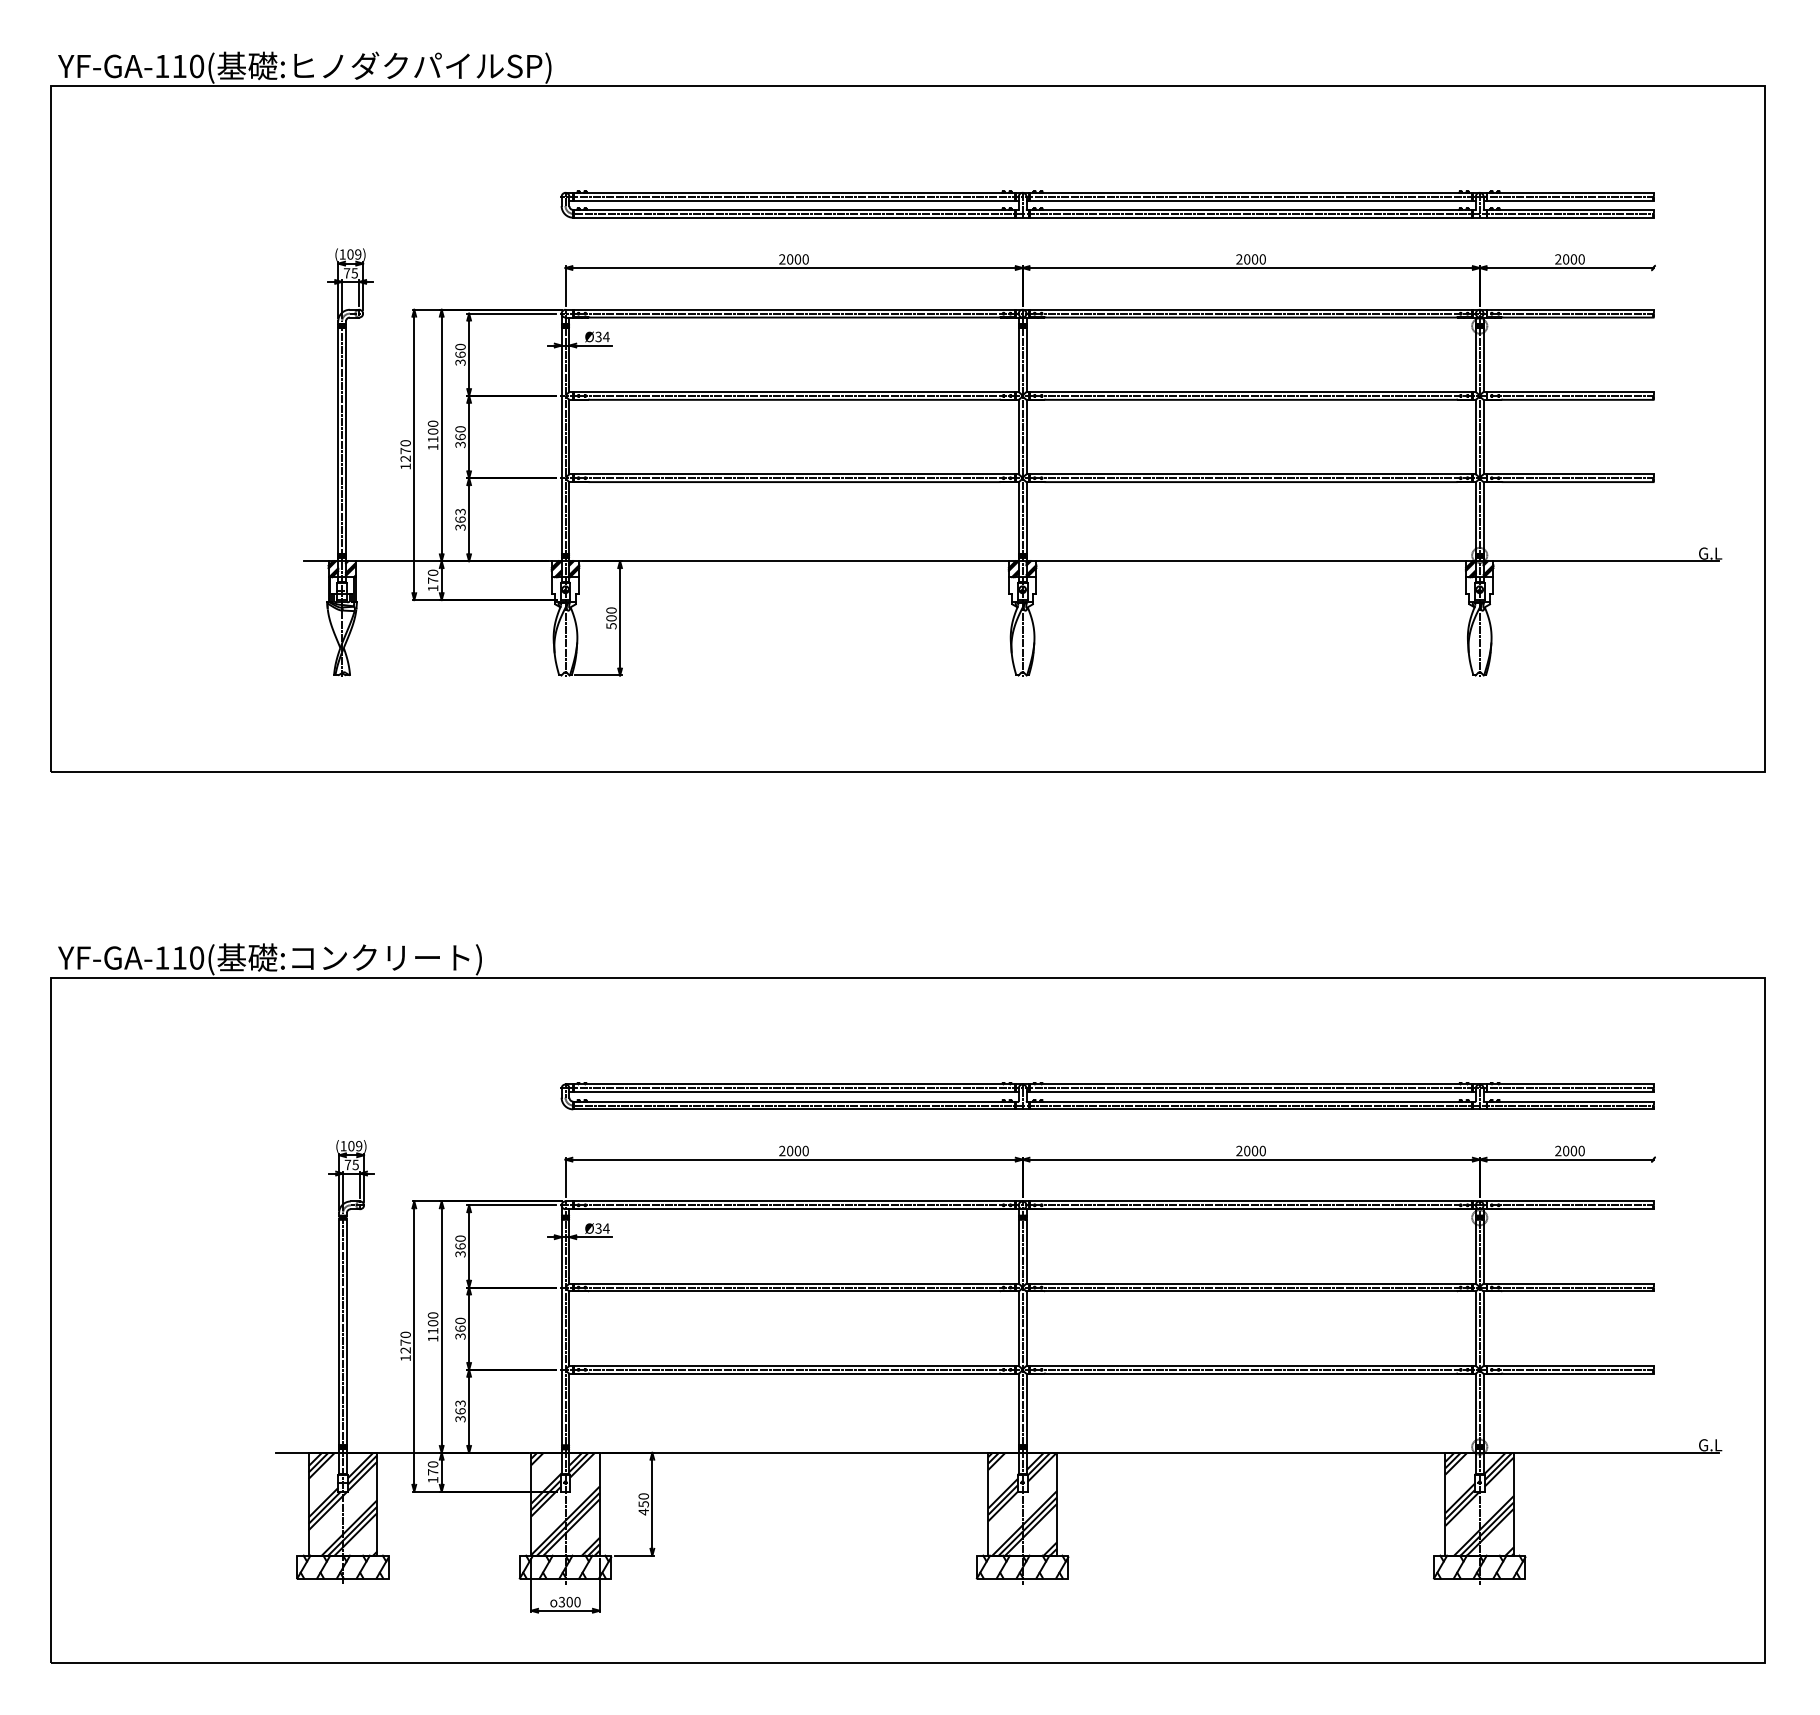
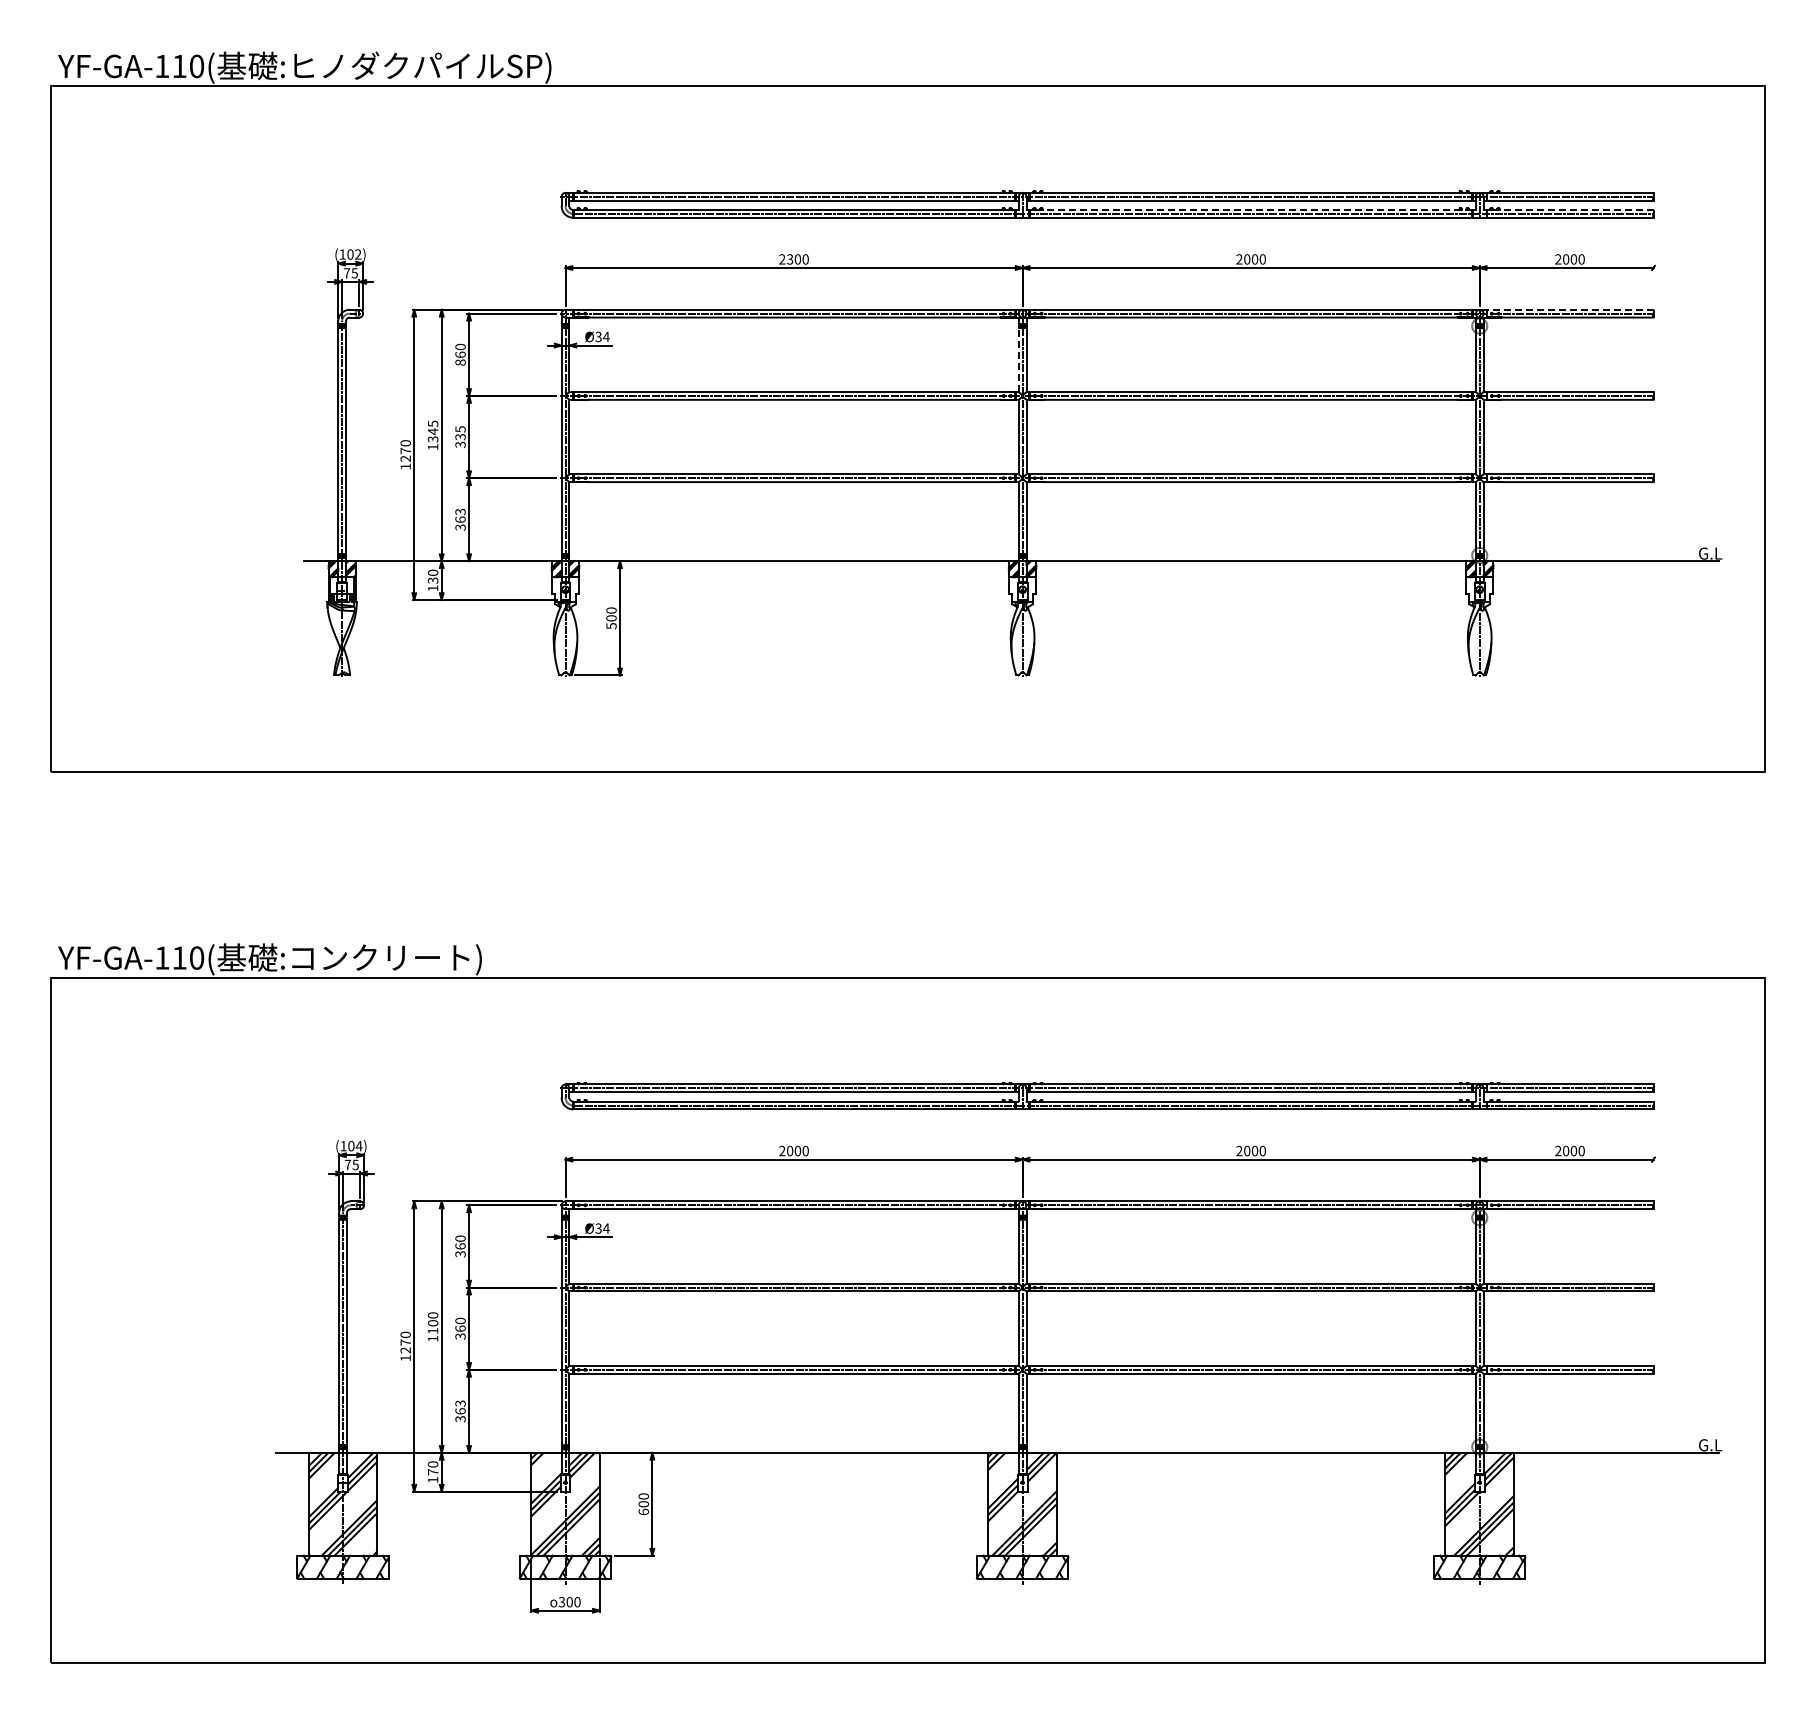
line at (1250, 209): solid -> dashed
line at (1569, 209): solid -> dashed
text at (358, 254): (109) -> (102)
text at (789, 259): 2000 -> 2300
line at (1569, 309): solid -> dashed
line at (1018, 359): solid -> dashed
text at (460, 362): 360 -> 860
text at (432, 431): 1100 -> 1345
text at (460, 433): 360 -> 335
text at (432, 580): 170 -> 130
text at (358, 1146): (109) -> (104)
text at (643, 1508): 450 -> 600
